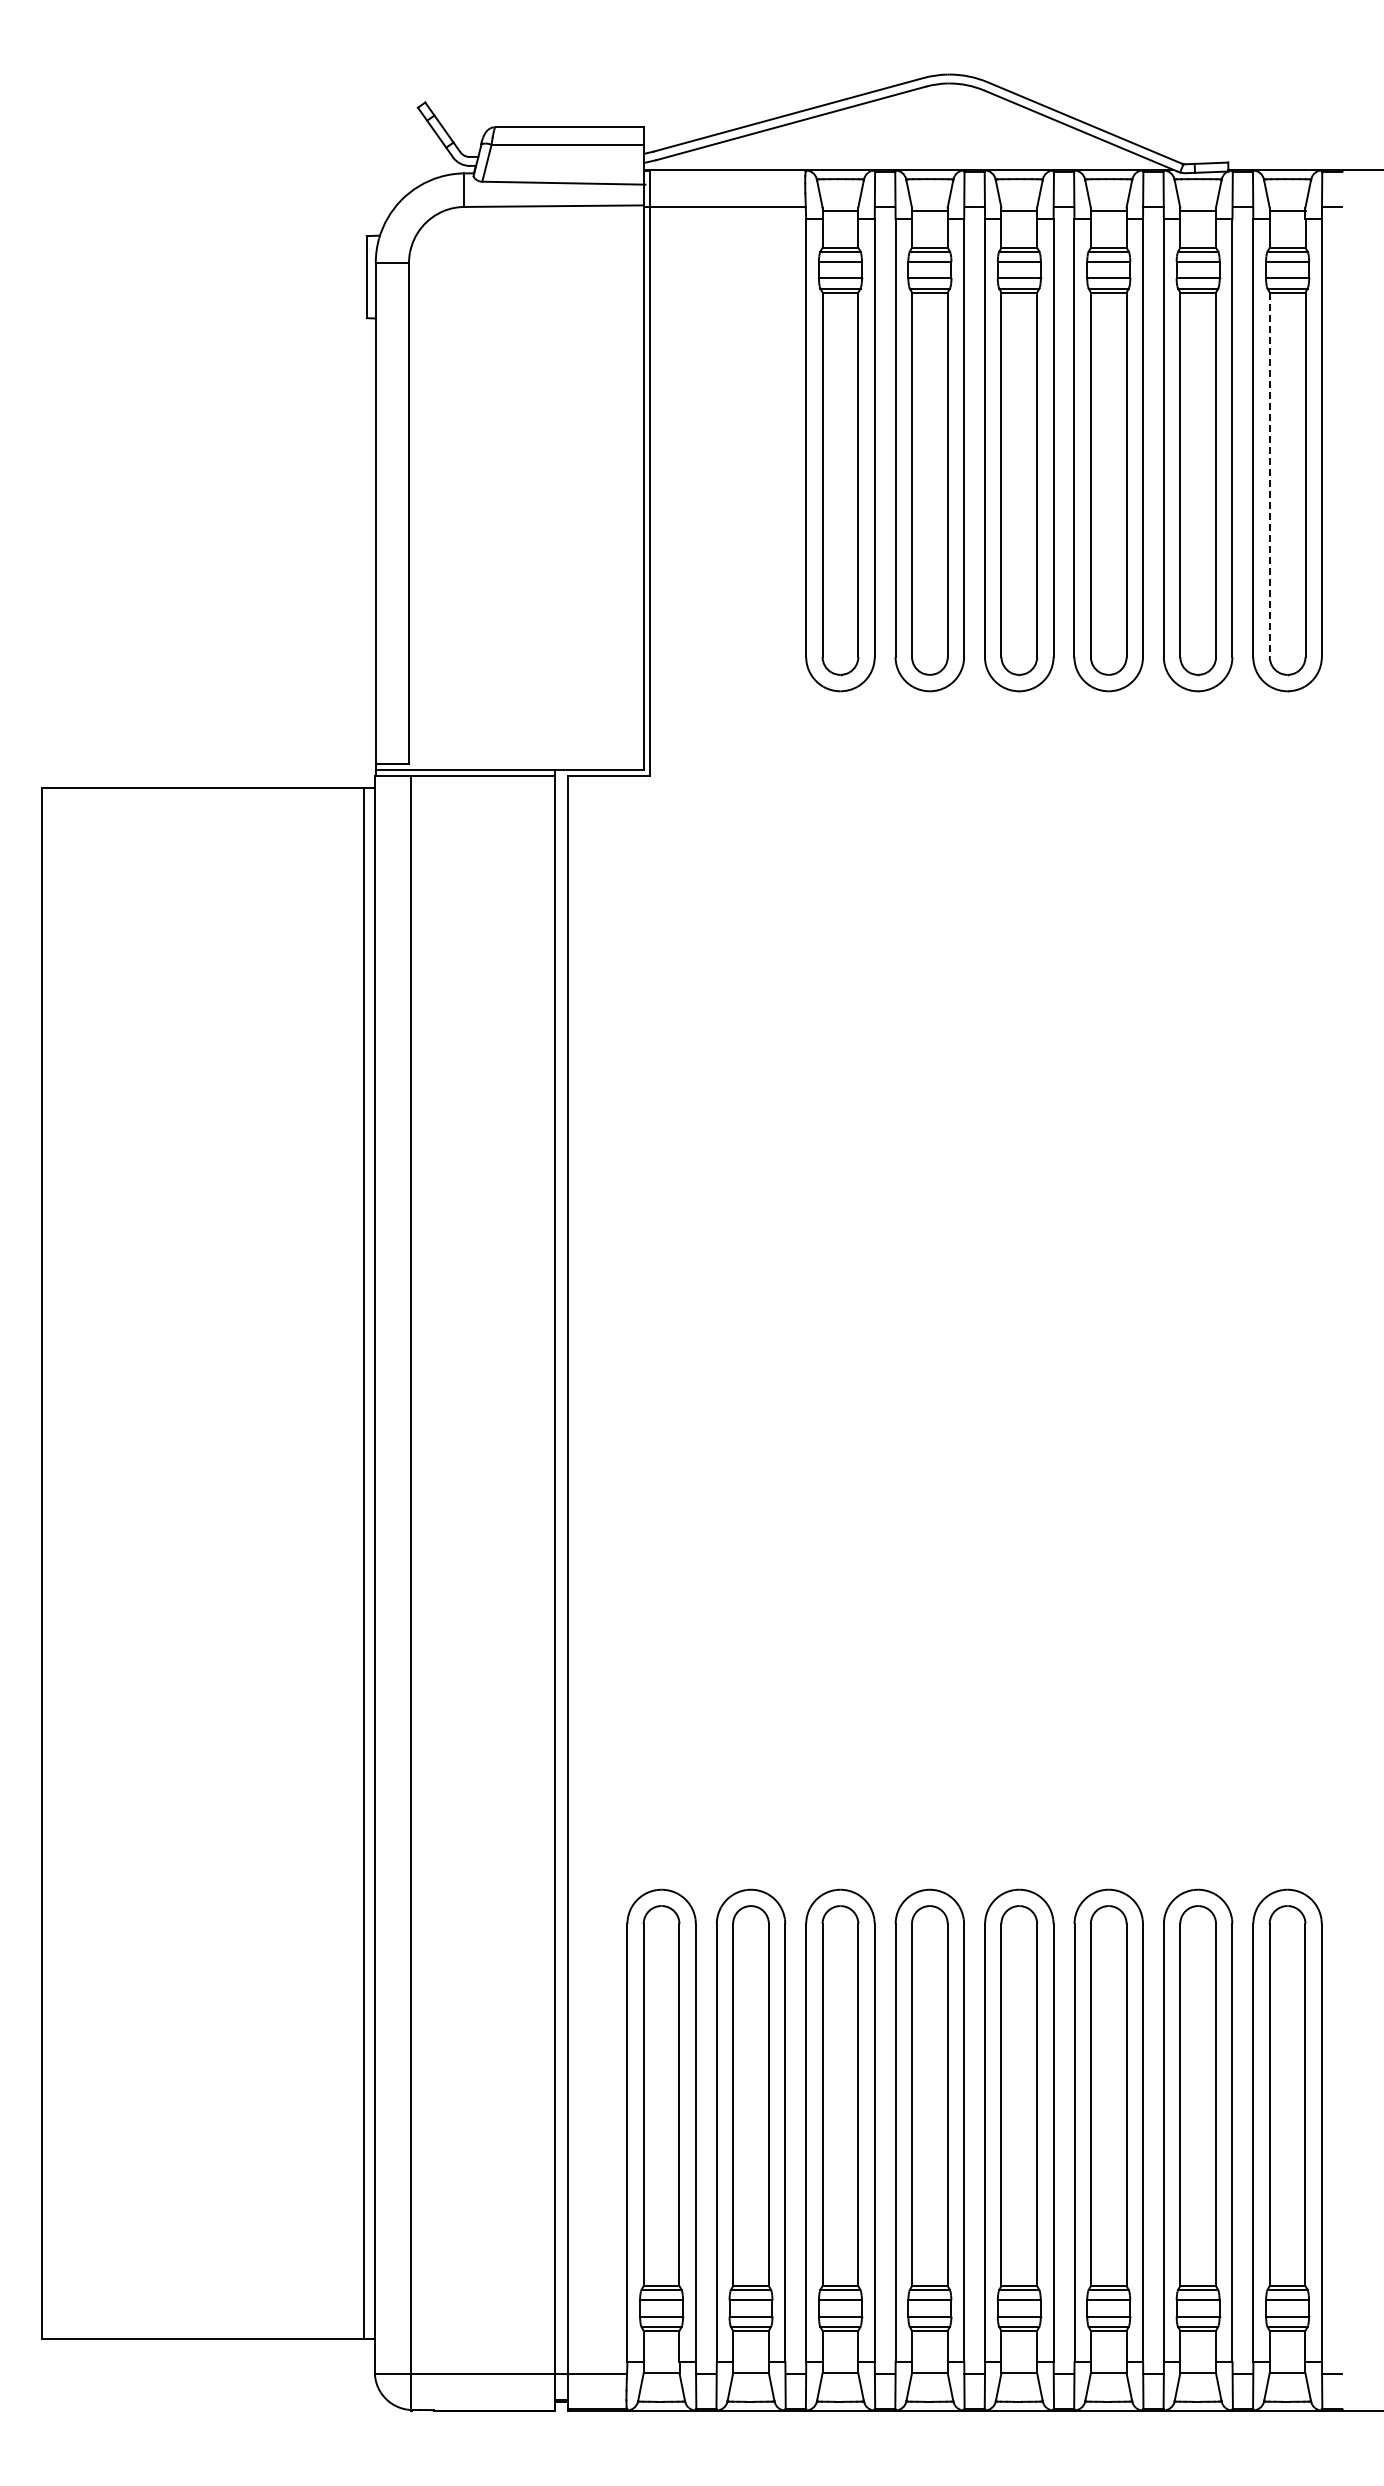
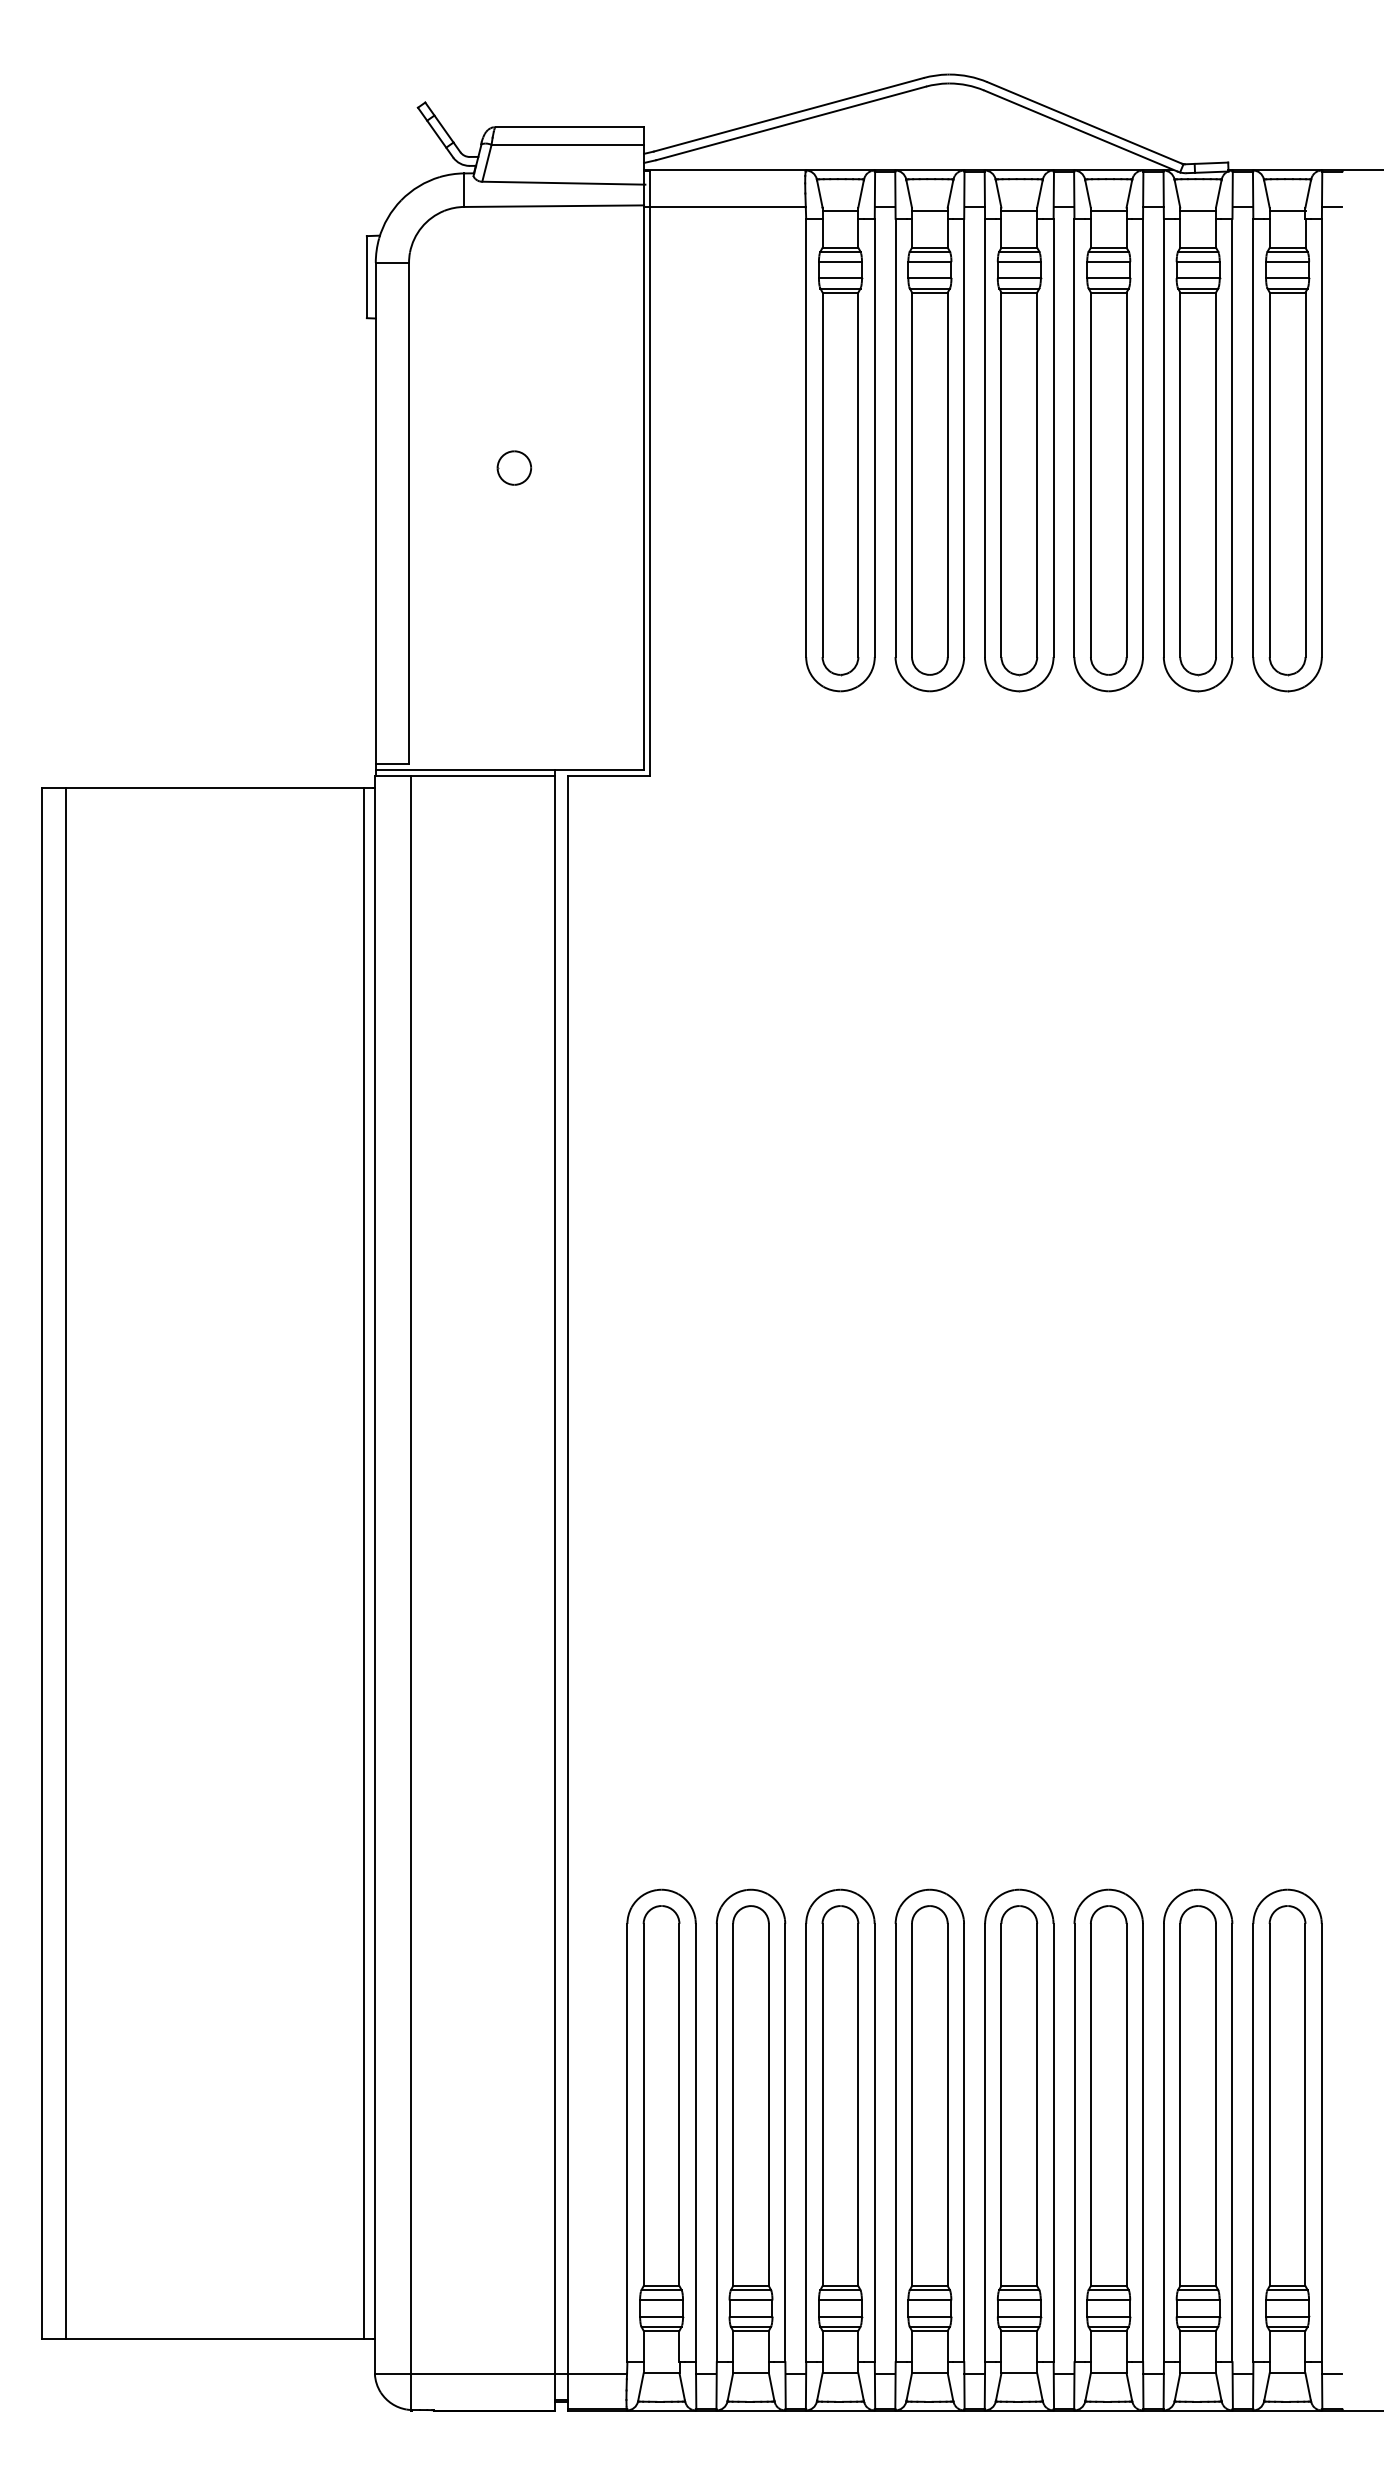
part at (514, 467): none -> present
line at (1269, 475): dashed -> solid
line at (66, 1562): none -> present
